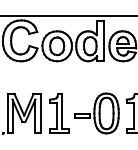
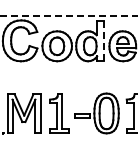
line at (68, 15): solid -> dashed
line at (104, 40): solid -> dashed
